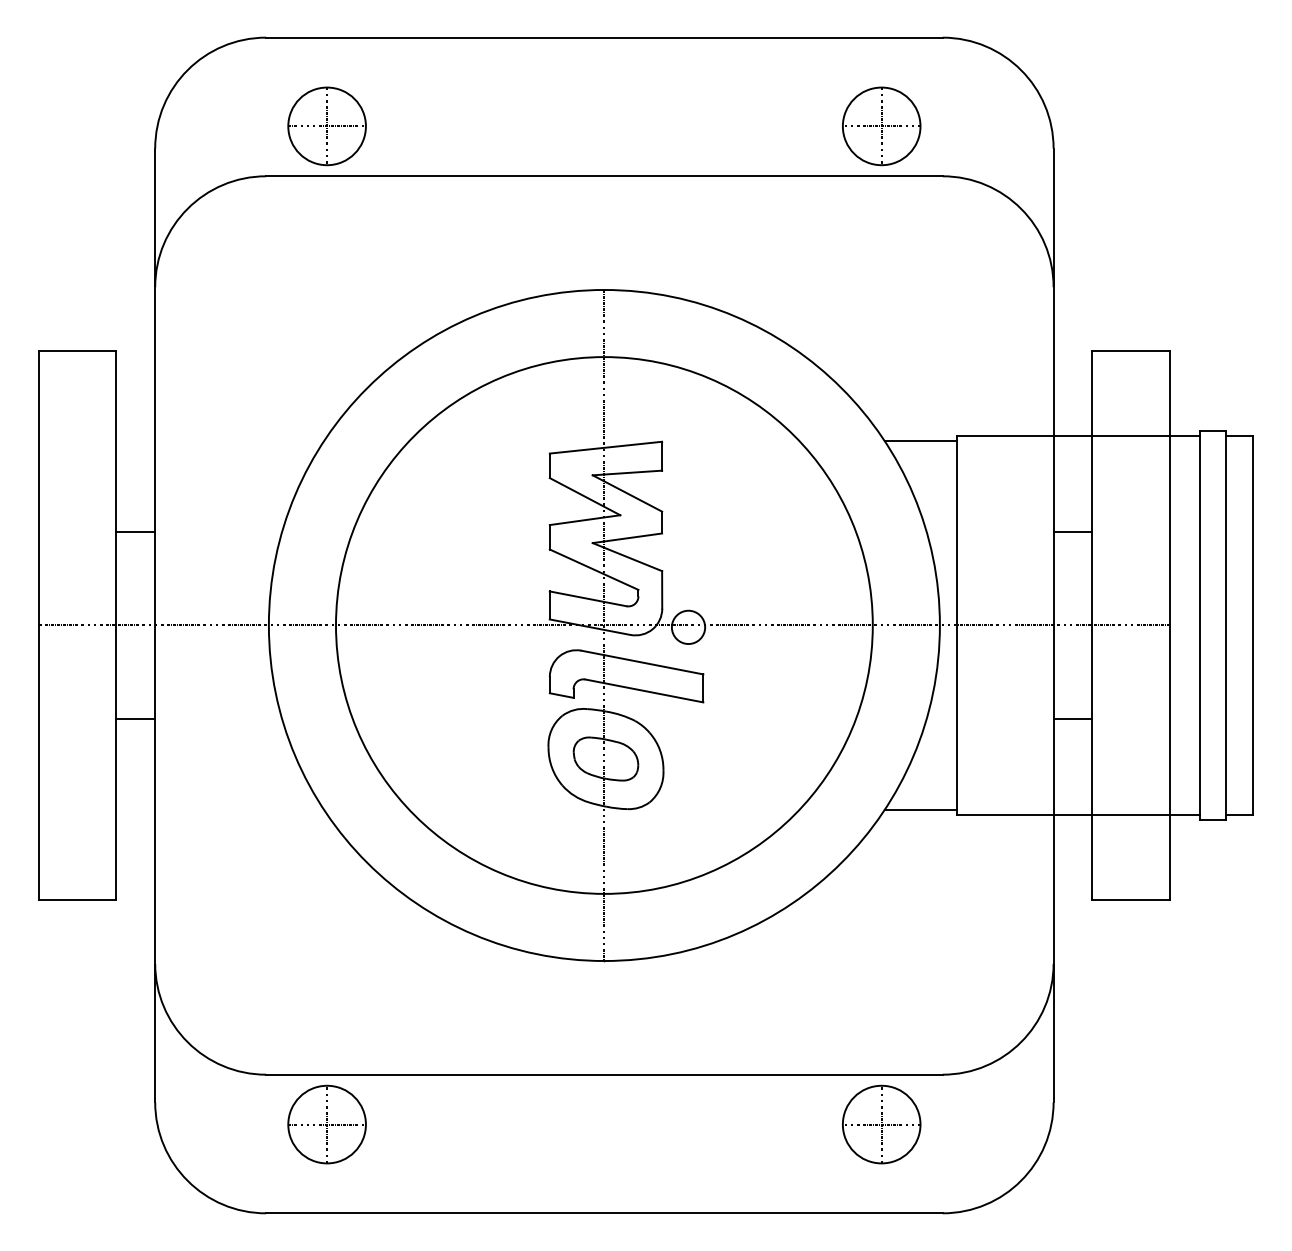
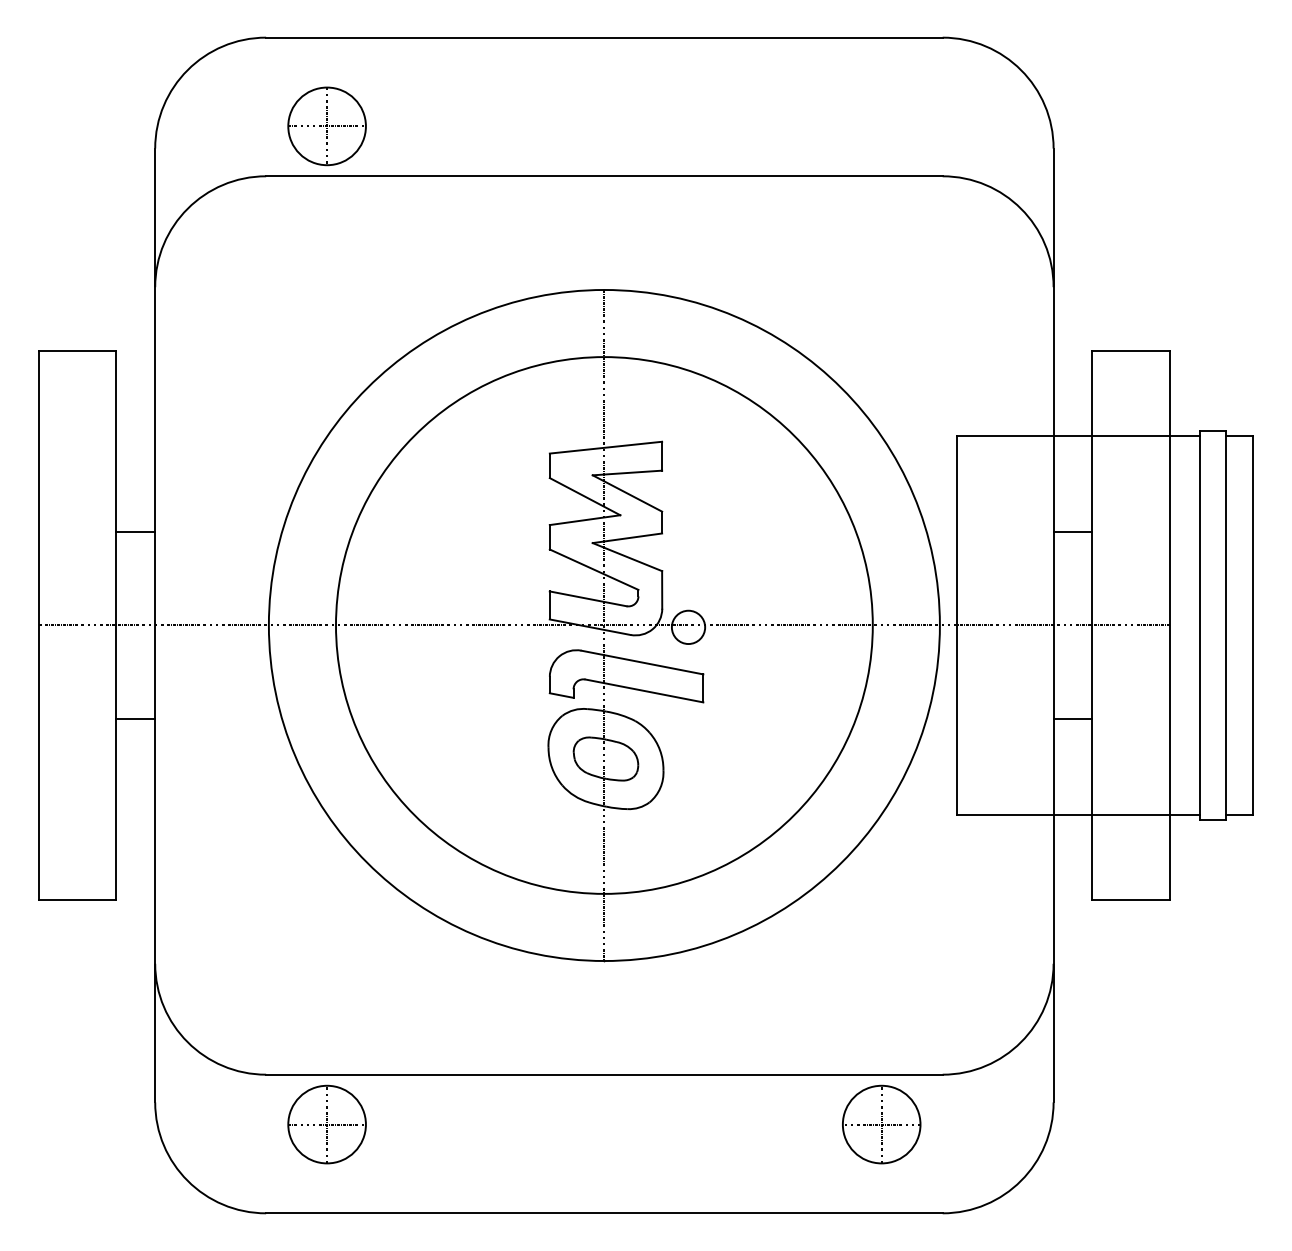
part at (881, 126): present -> none
line at (920, 440): present -> none
line at (920, 810): present -> none
